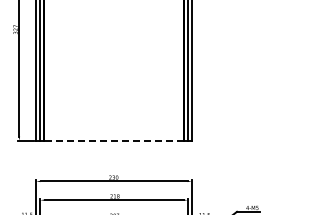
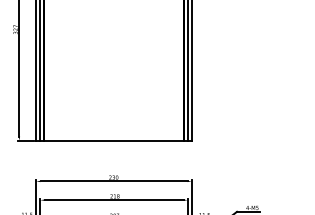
line at (114, 140): dashed -> solid
